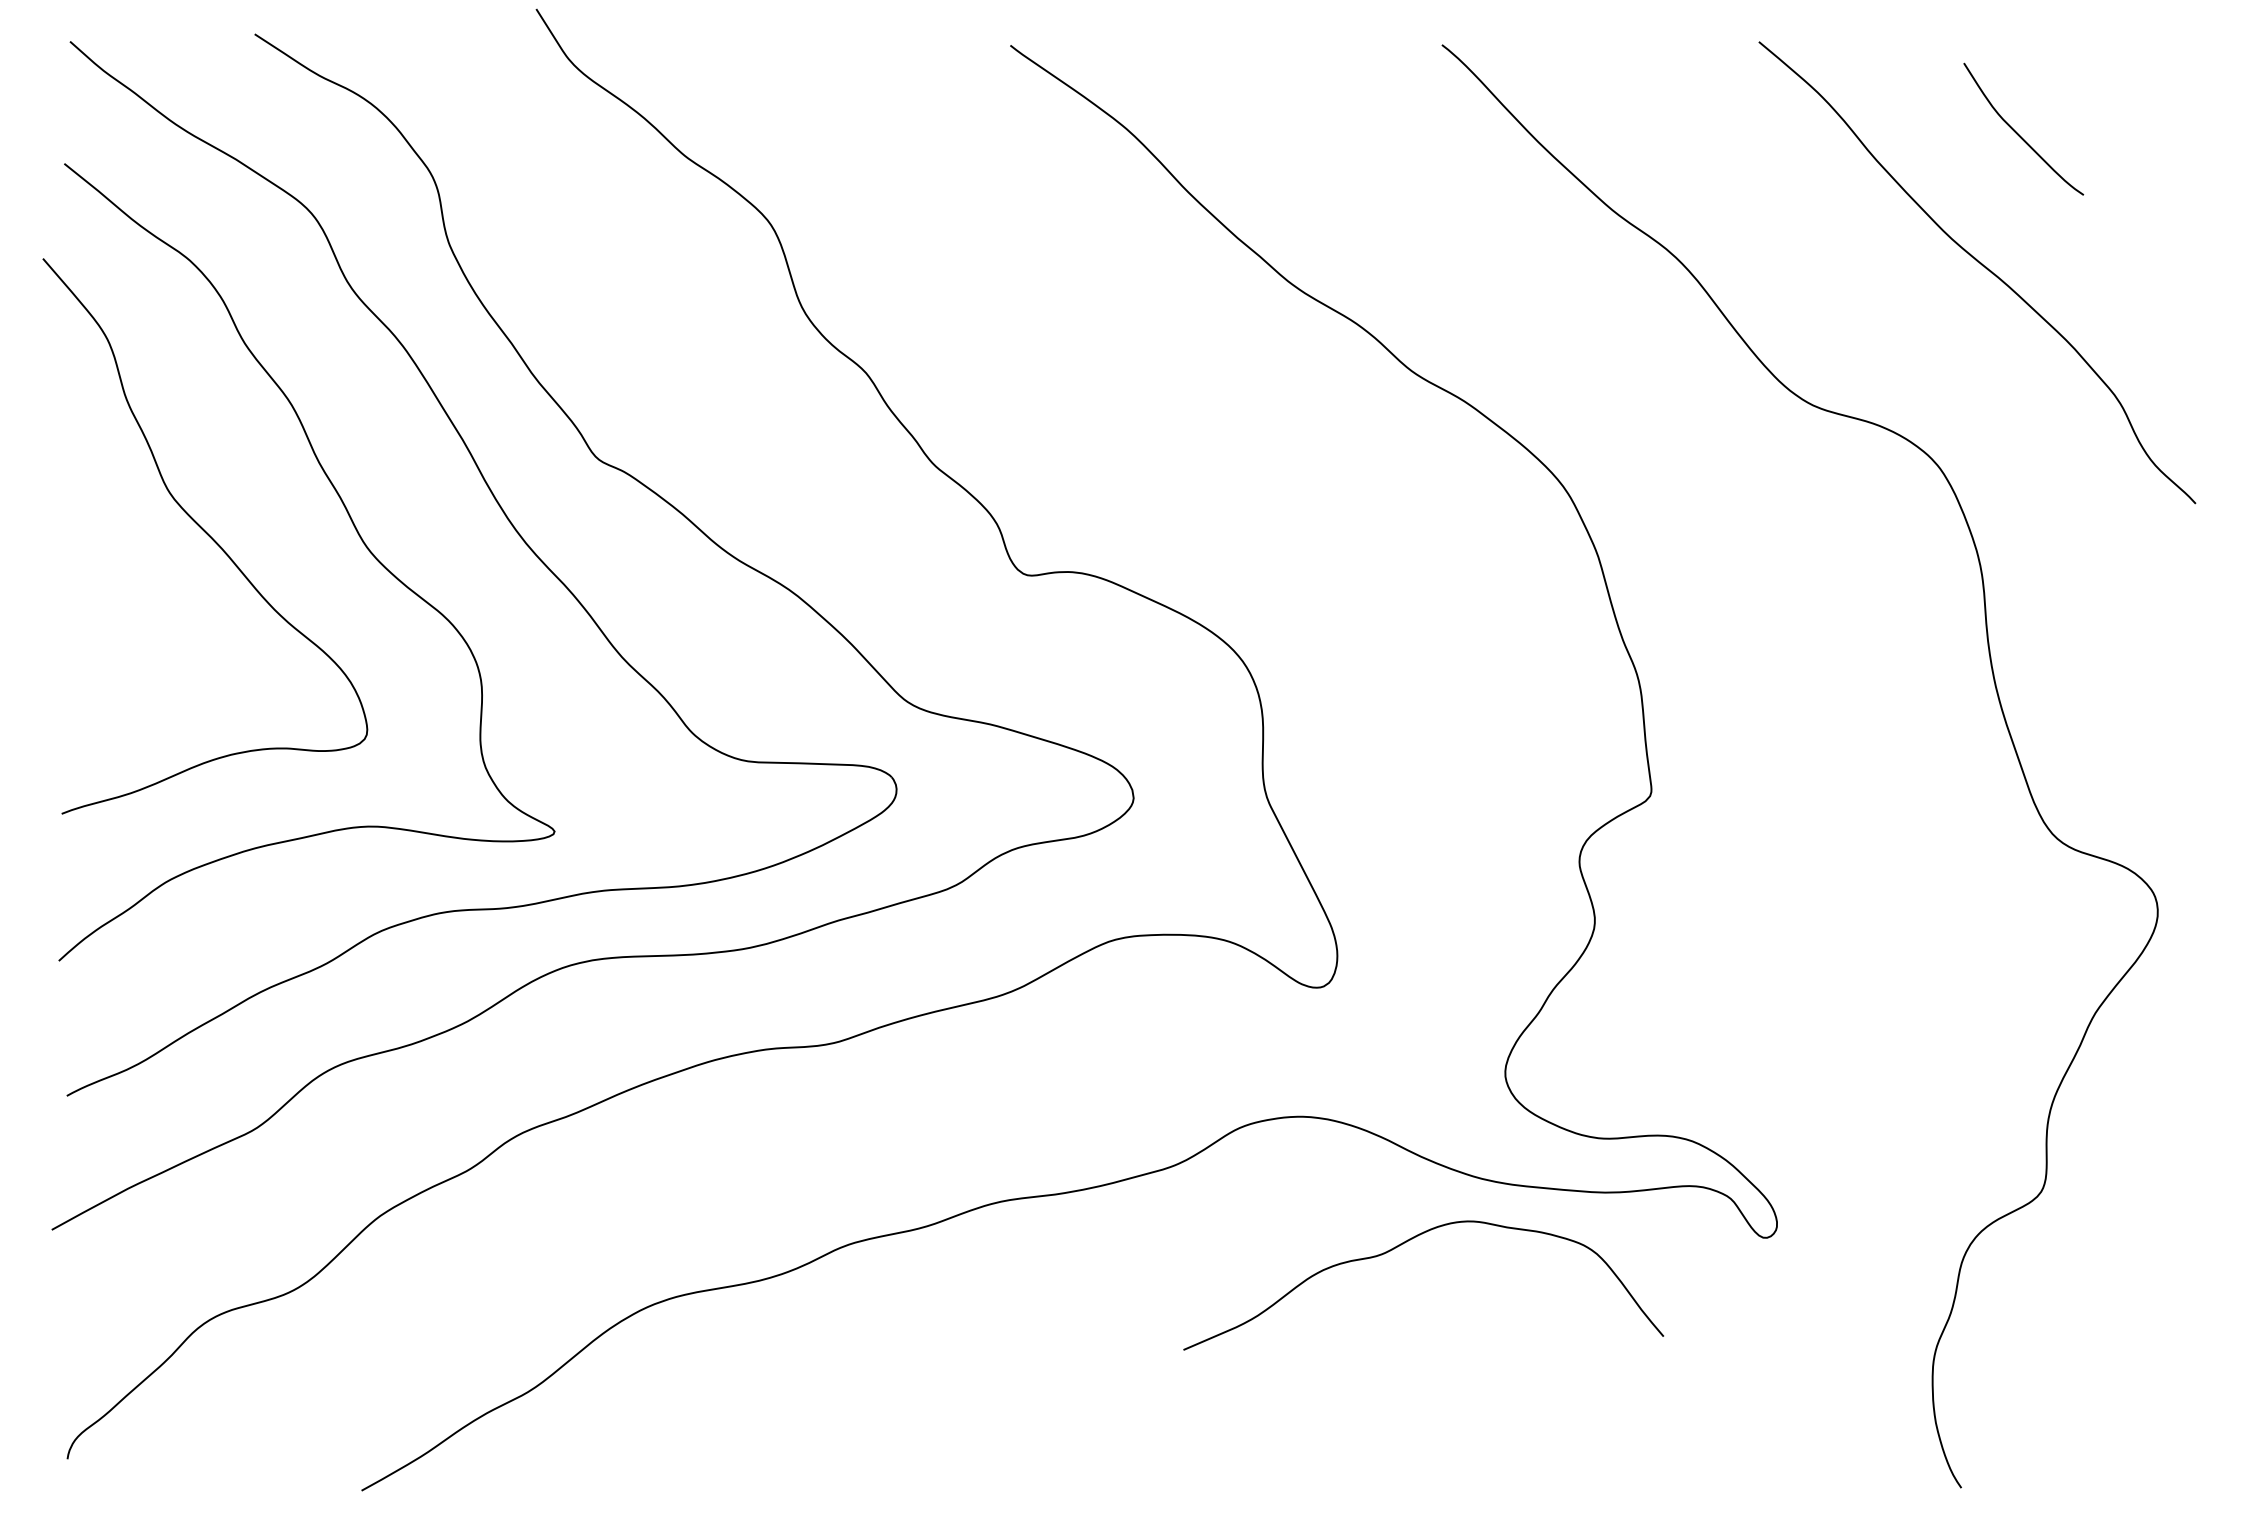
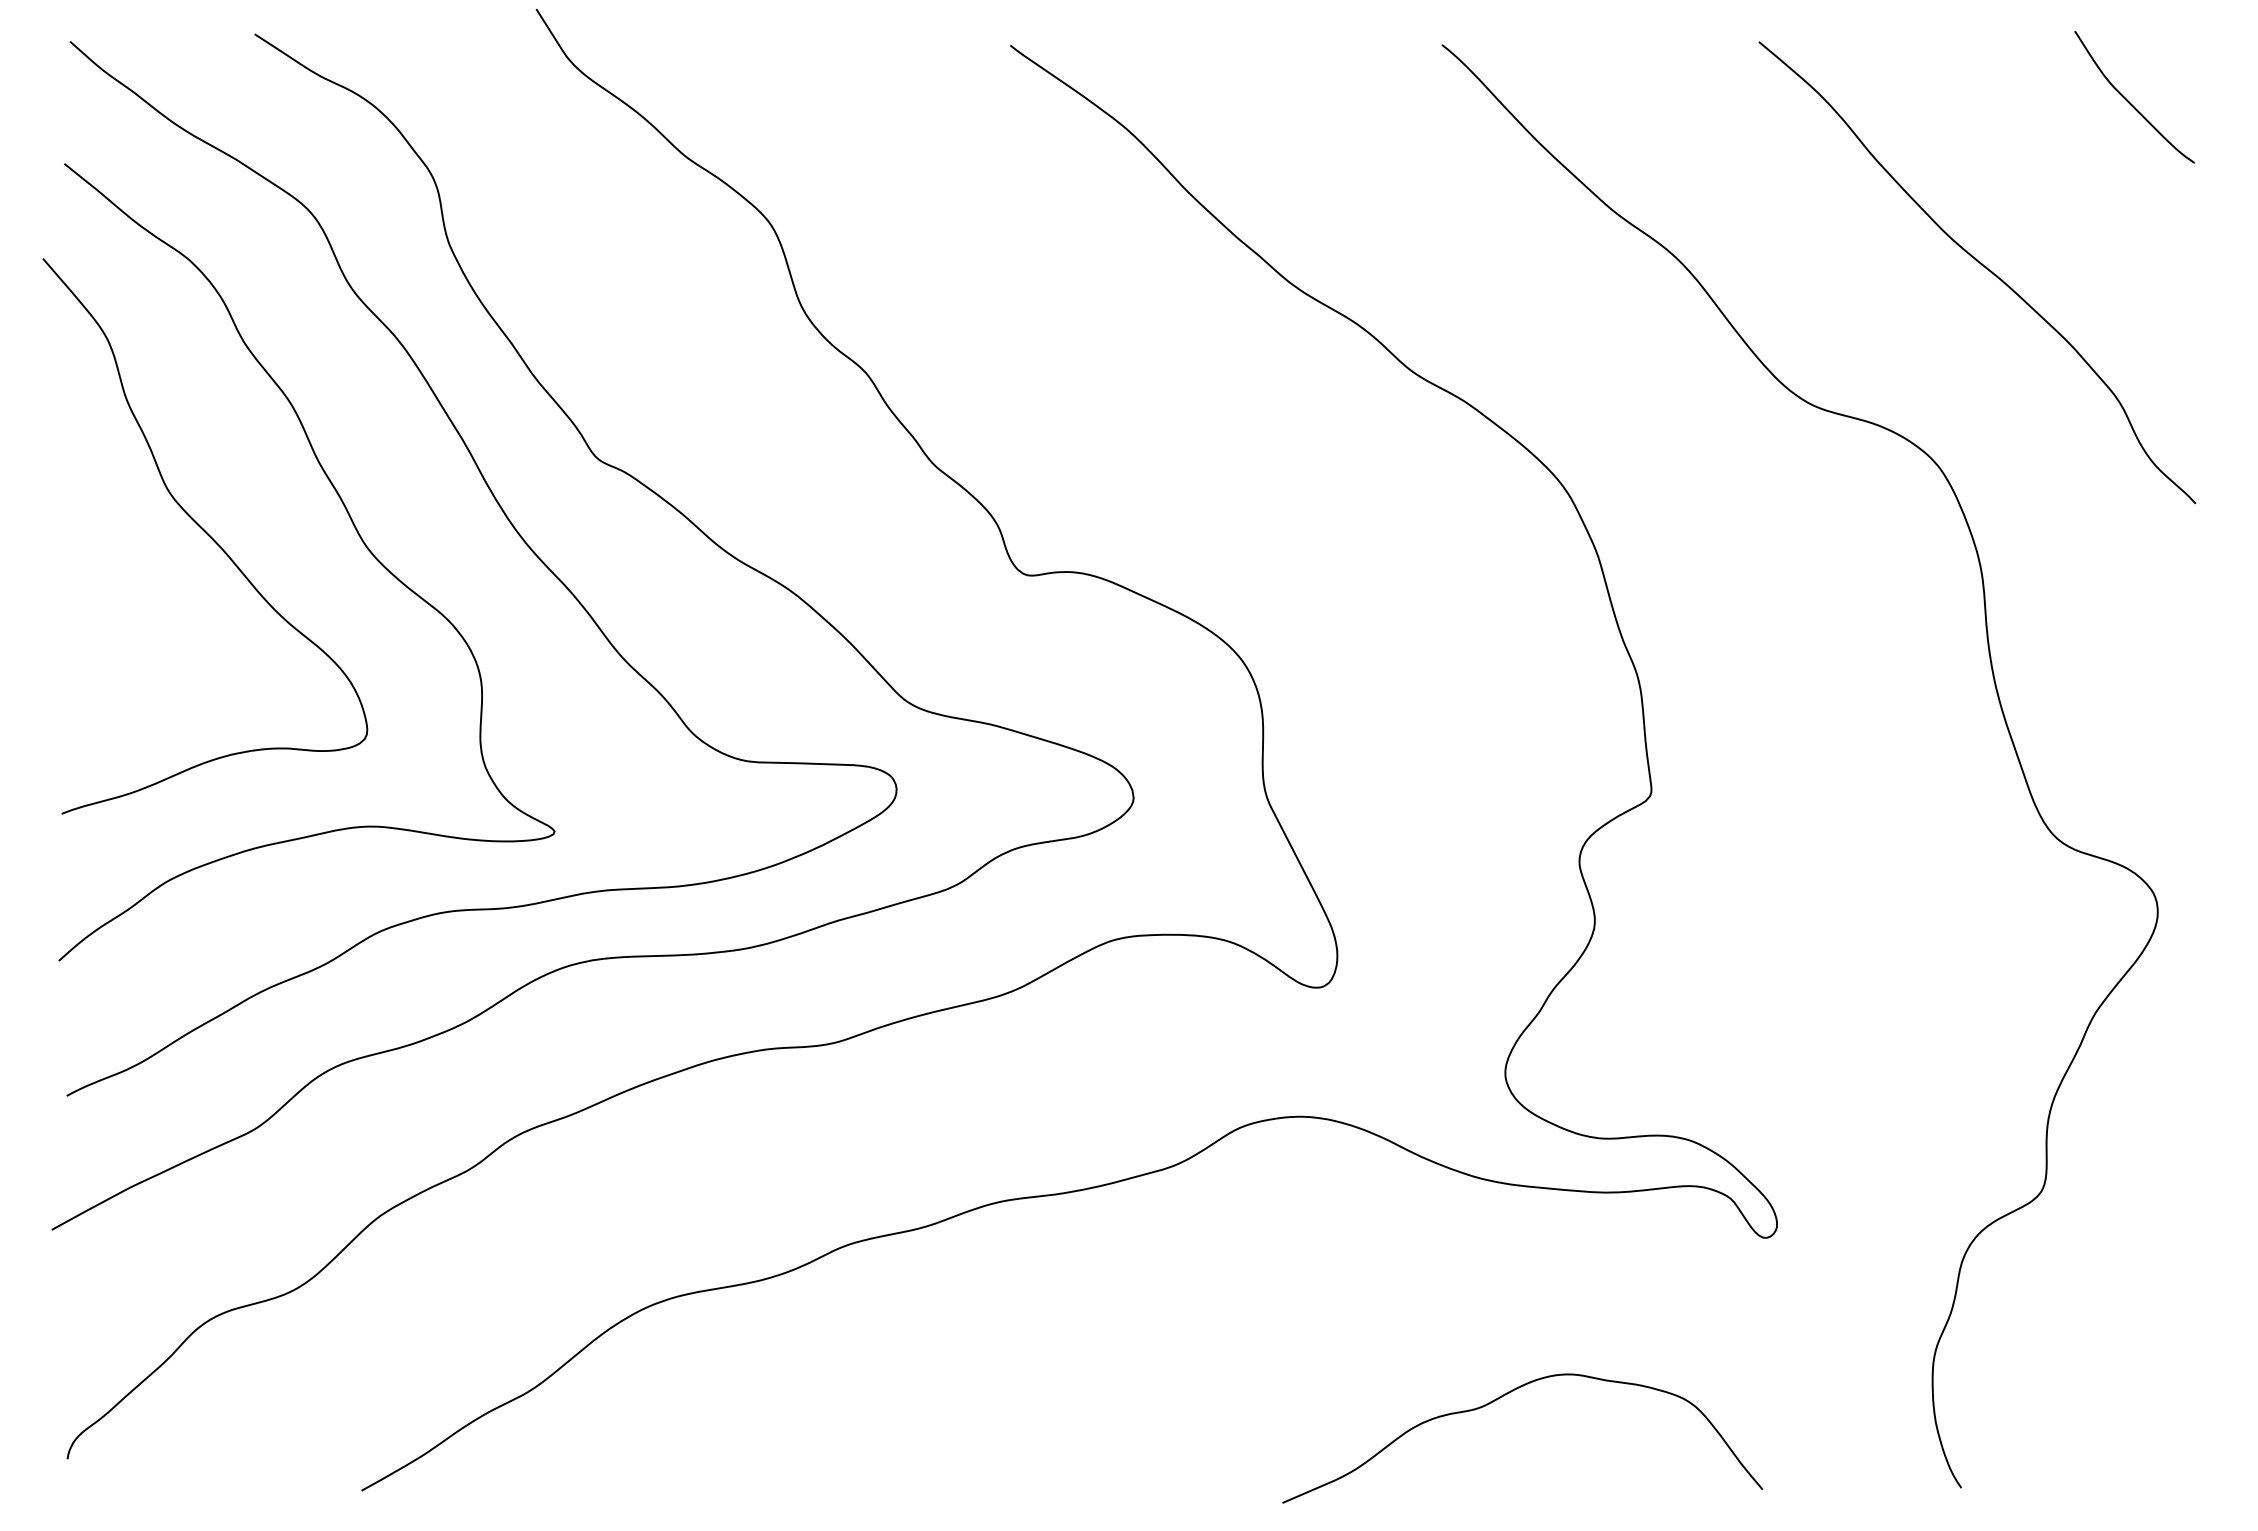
curve at (2018, 133) position: (2018, 133) -> (2129, 101)
curve at (1403, 1244) position: (1403, 1244) -> (1502, 1397)
